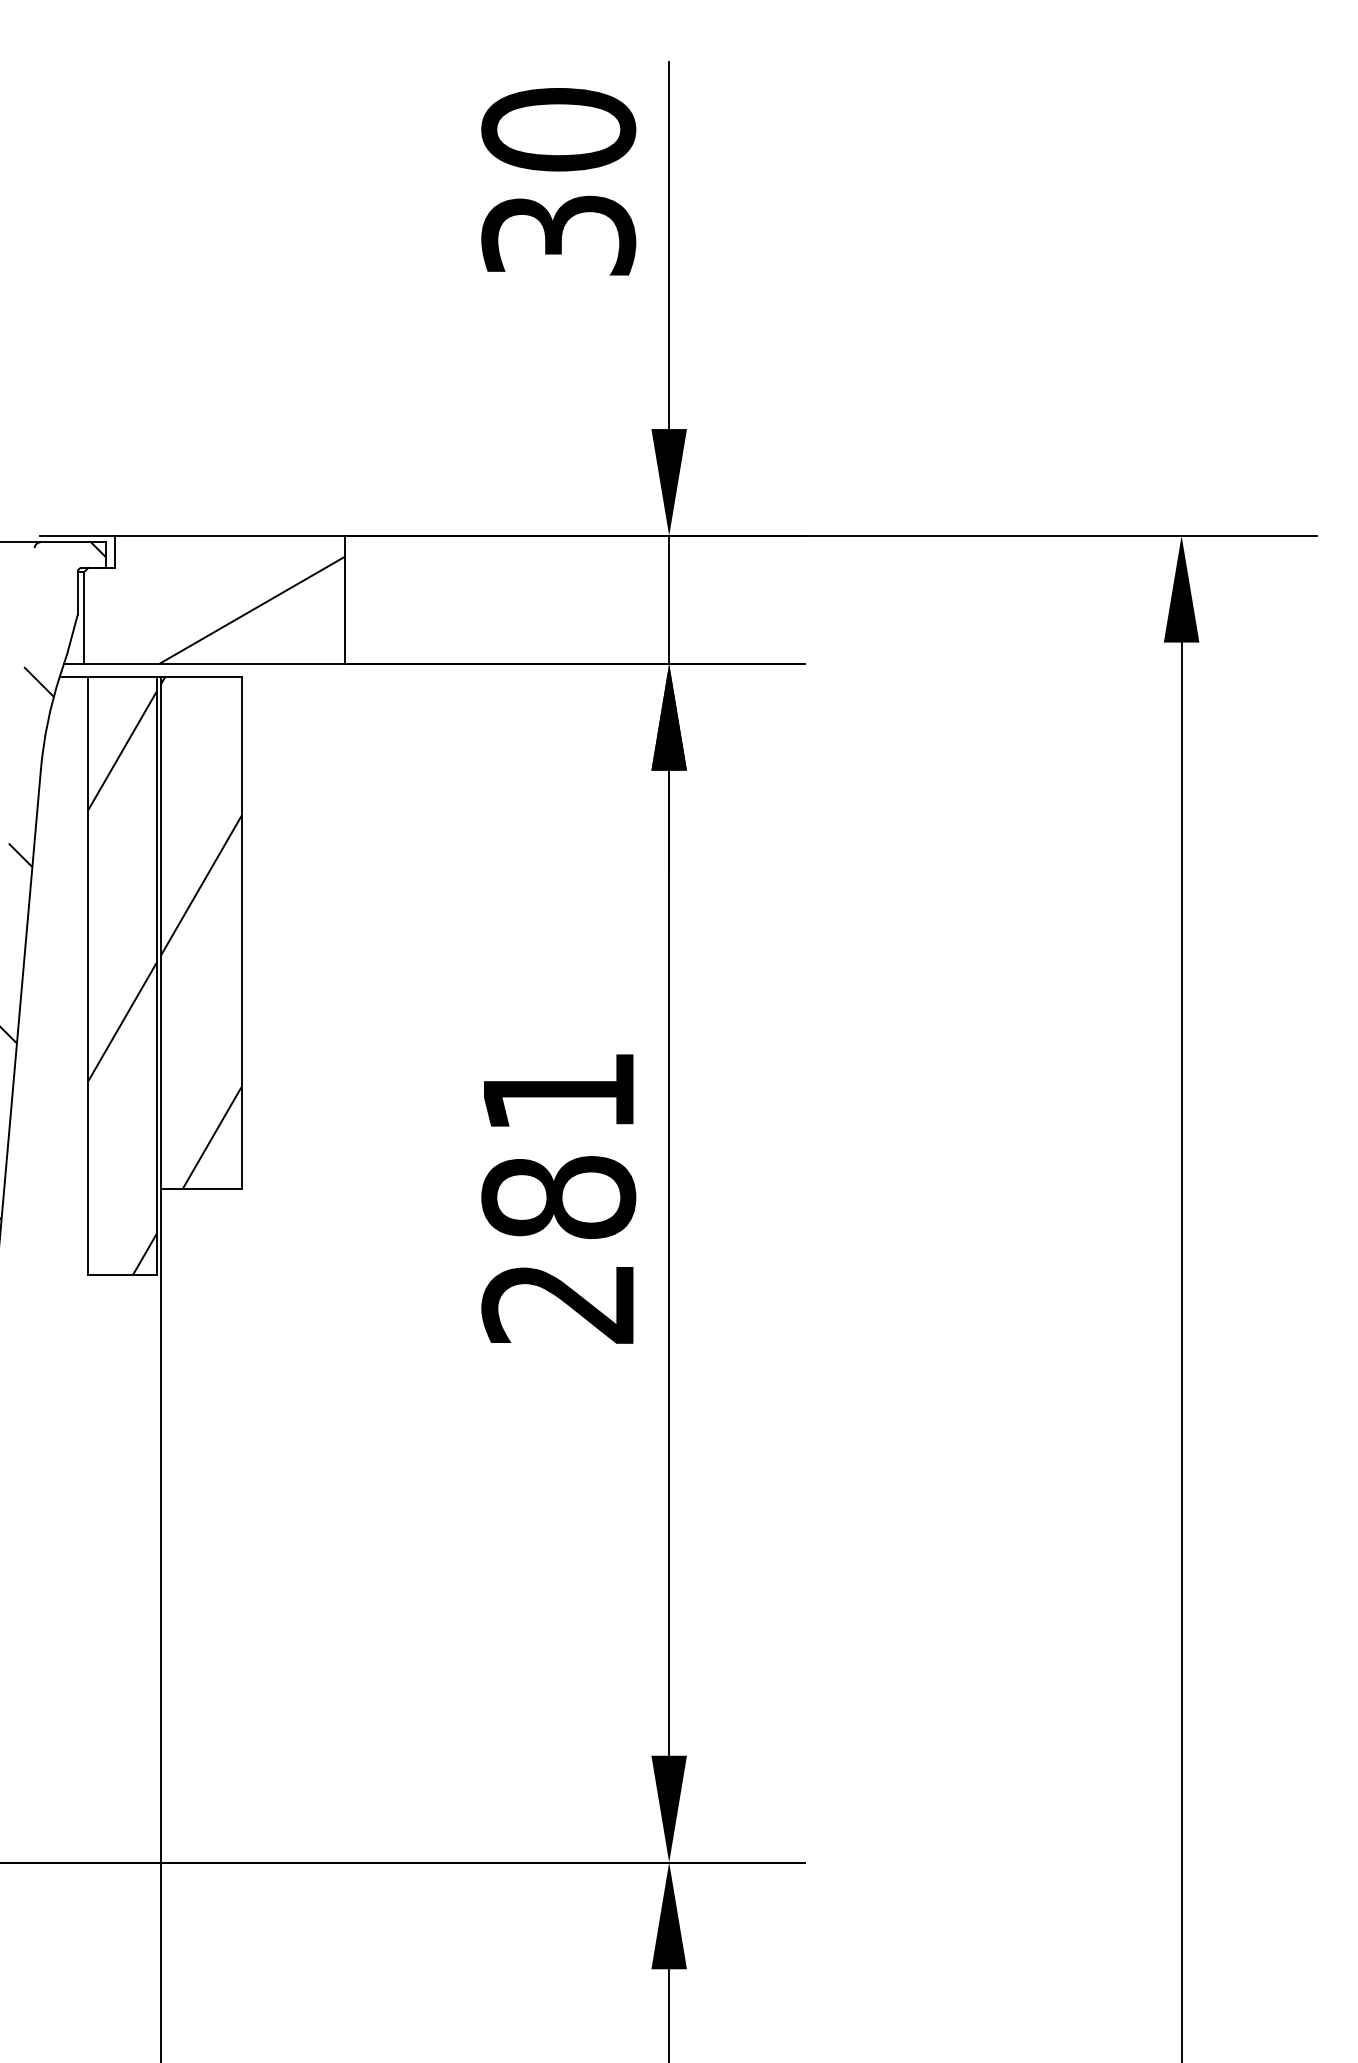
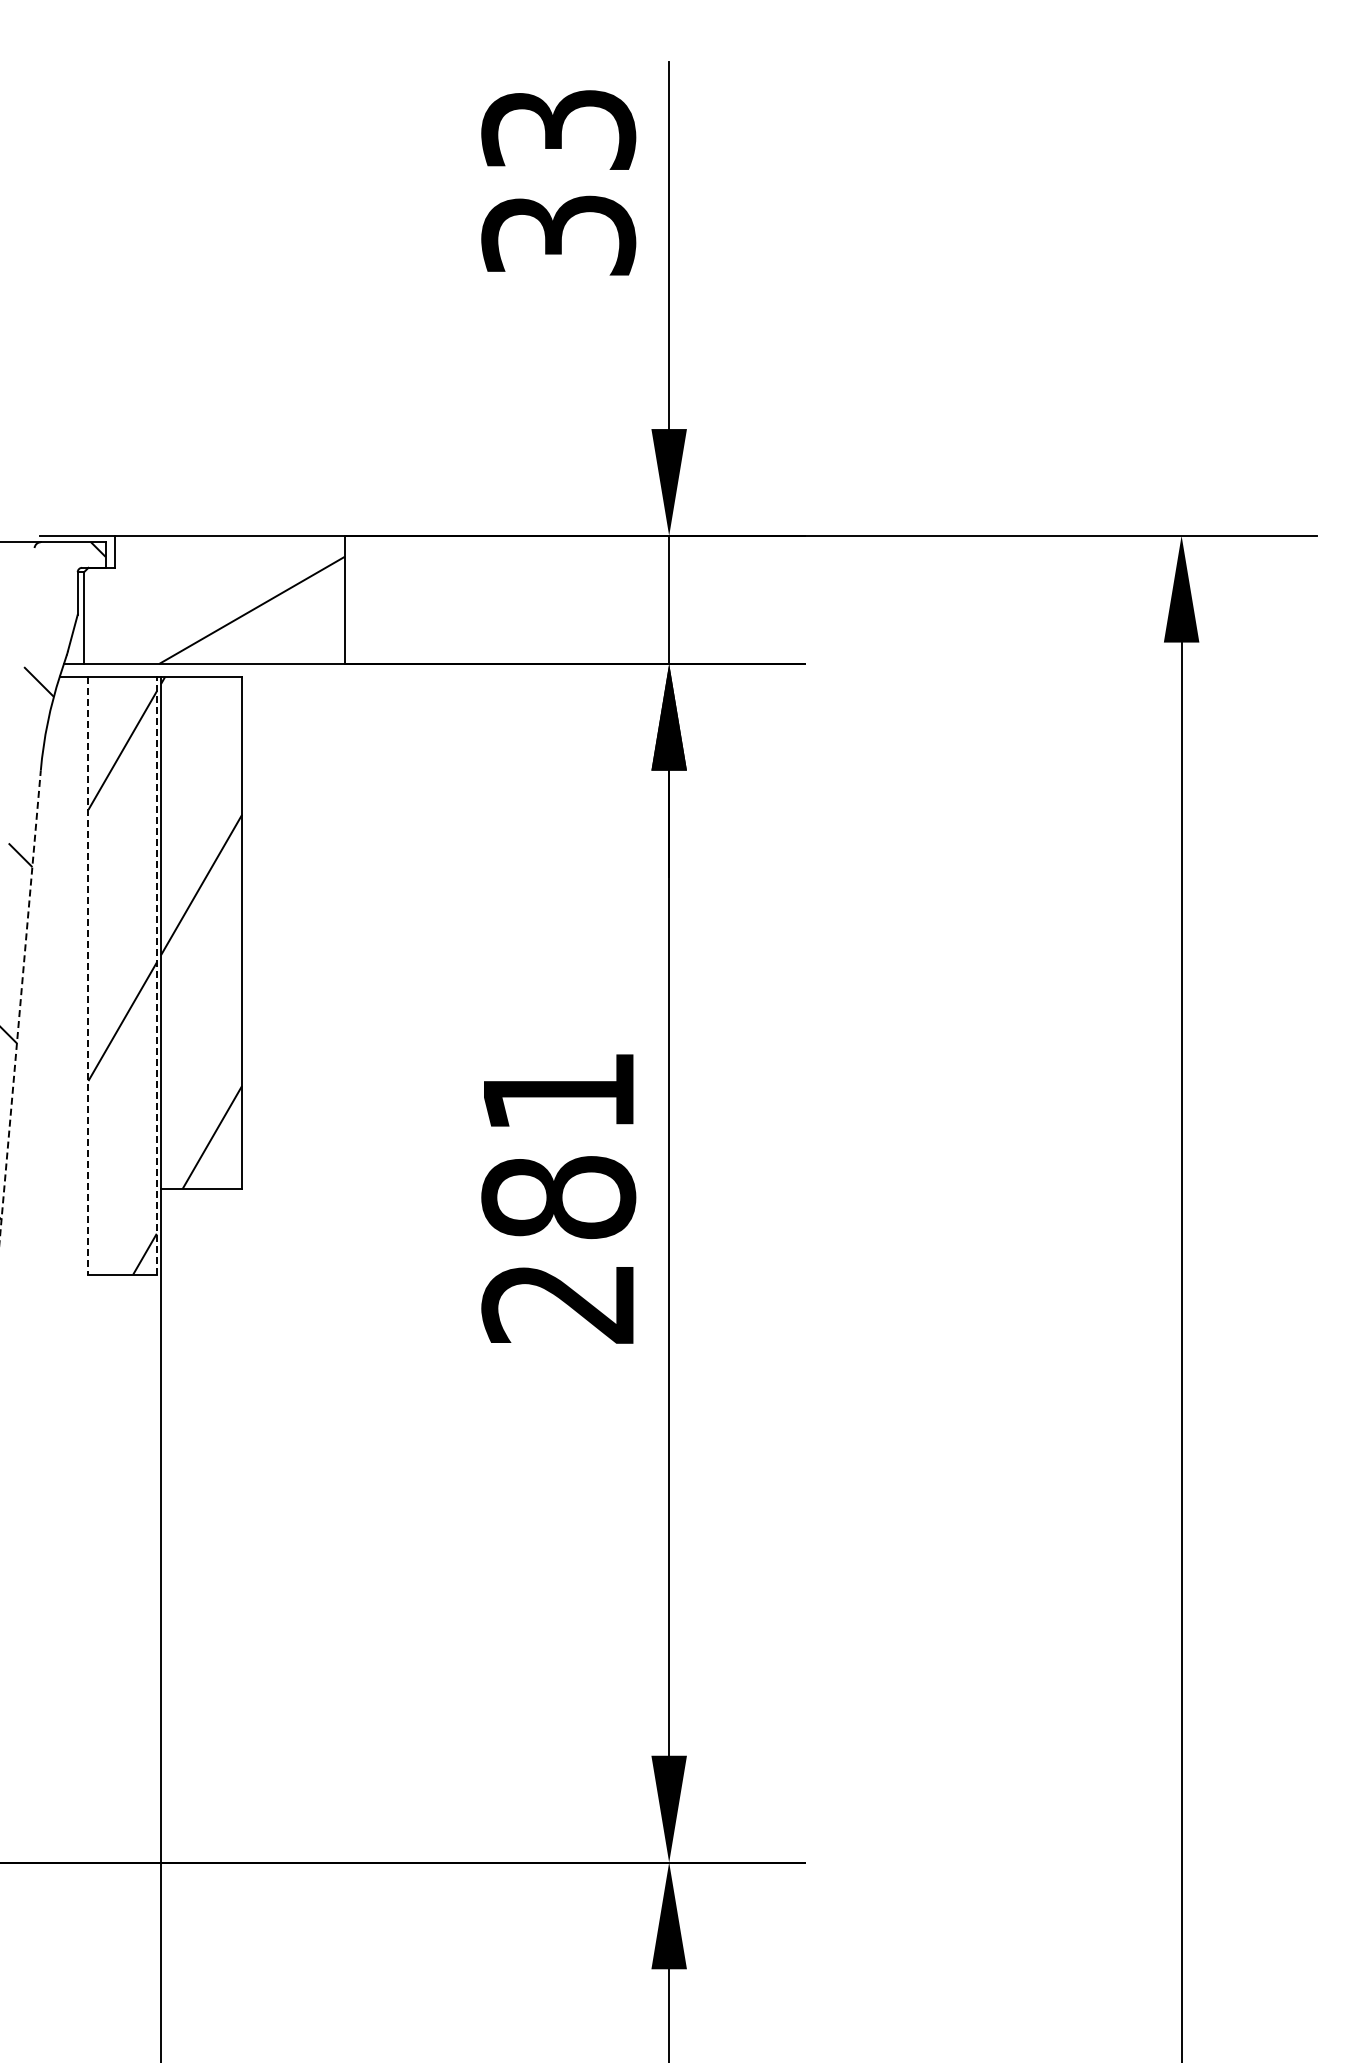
text at (558, 129): 30 -> 33
line at (88, 975): solid -> dashed
line at (156, 975): solid -> dashed
line at (20, 1003): solid -> dashed
